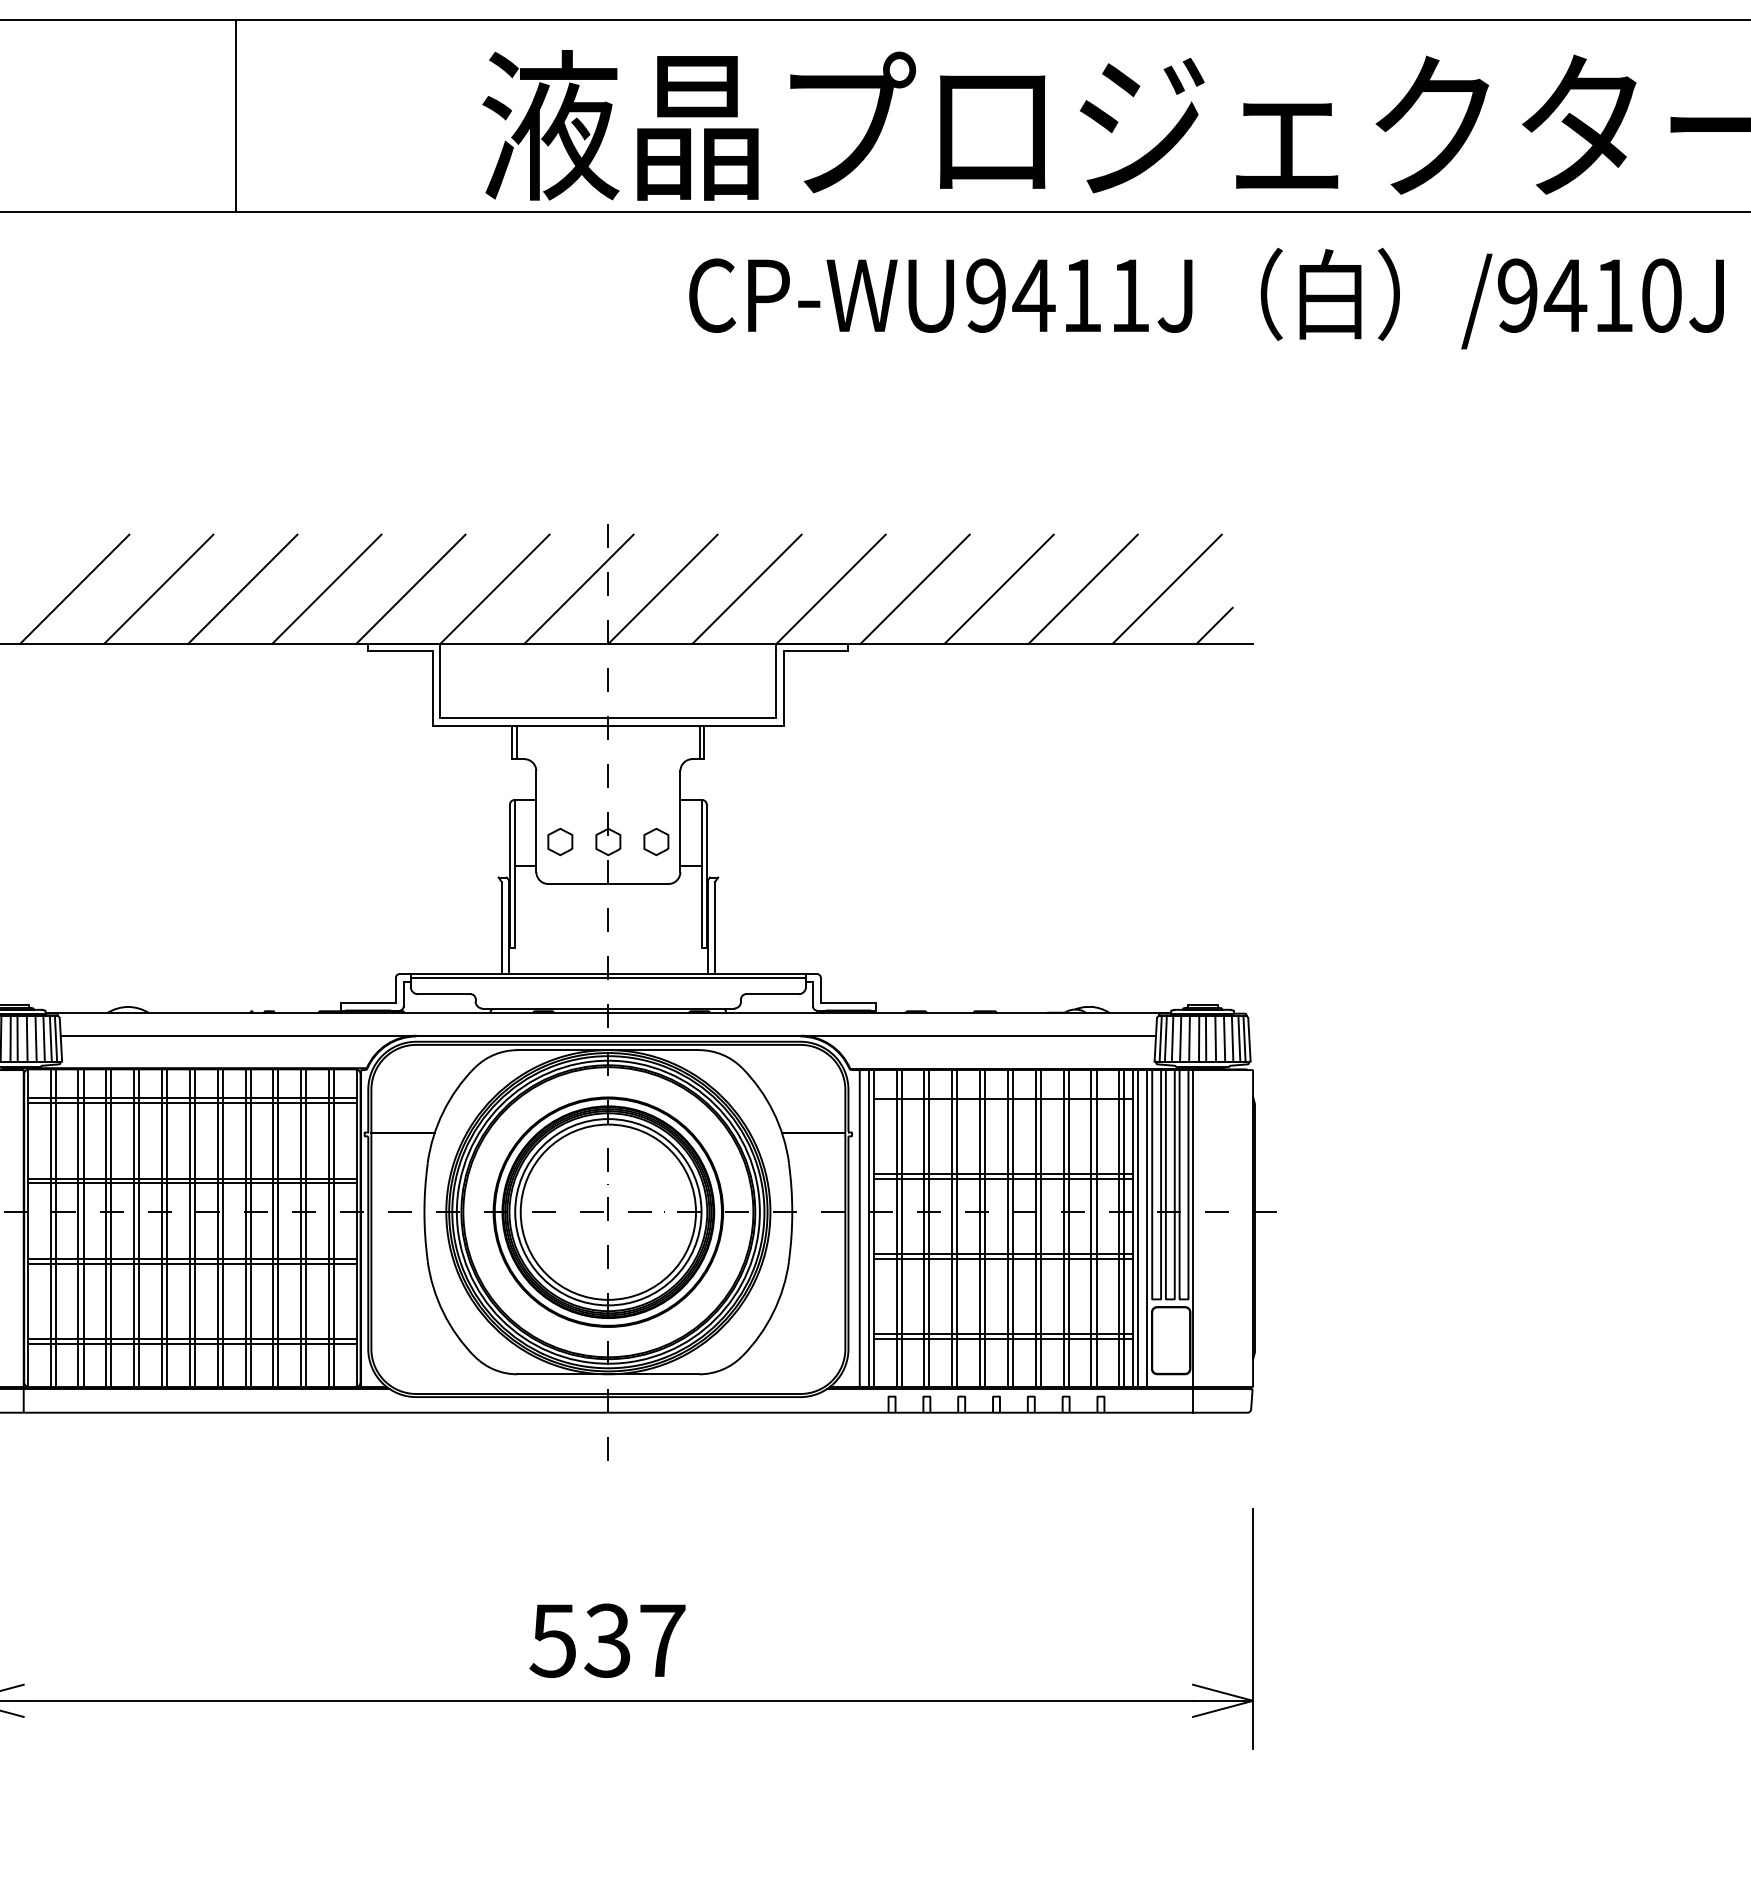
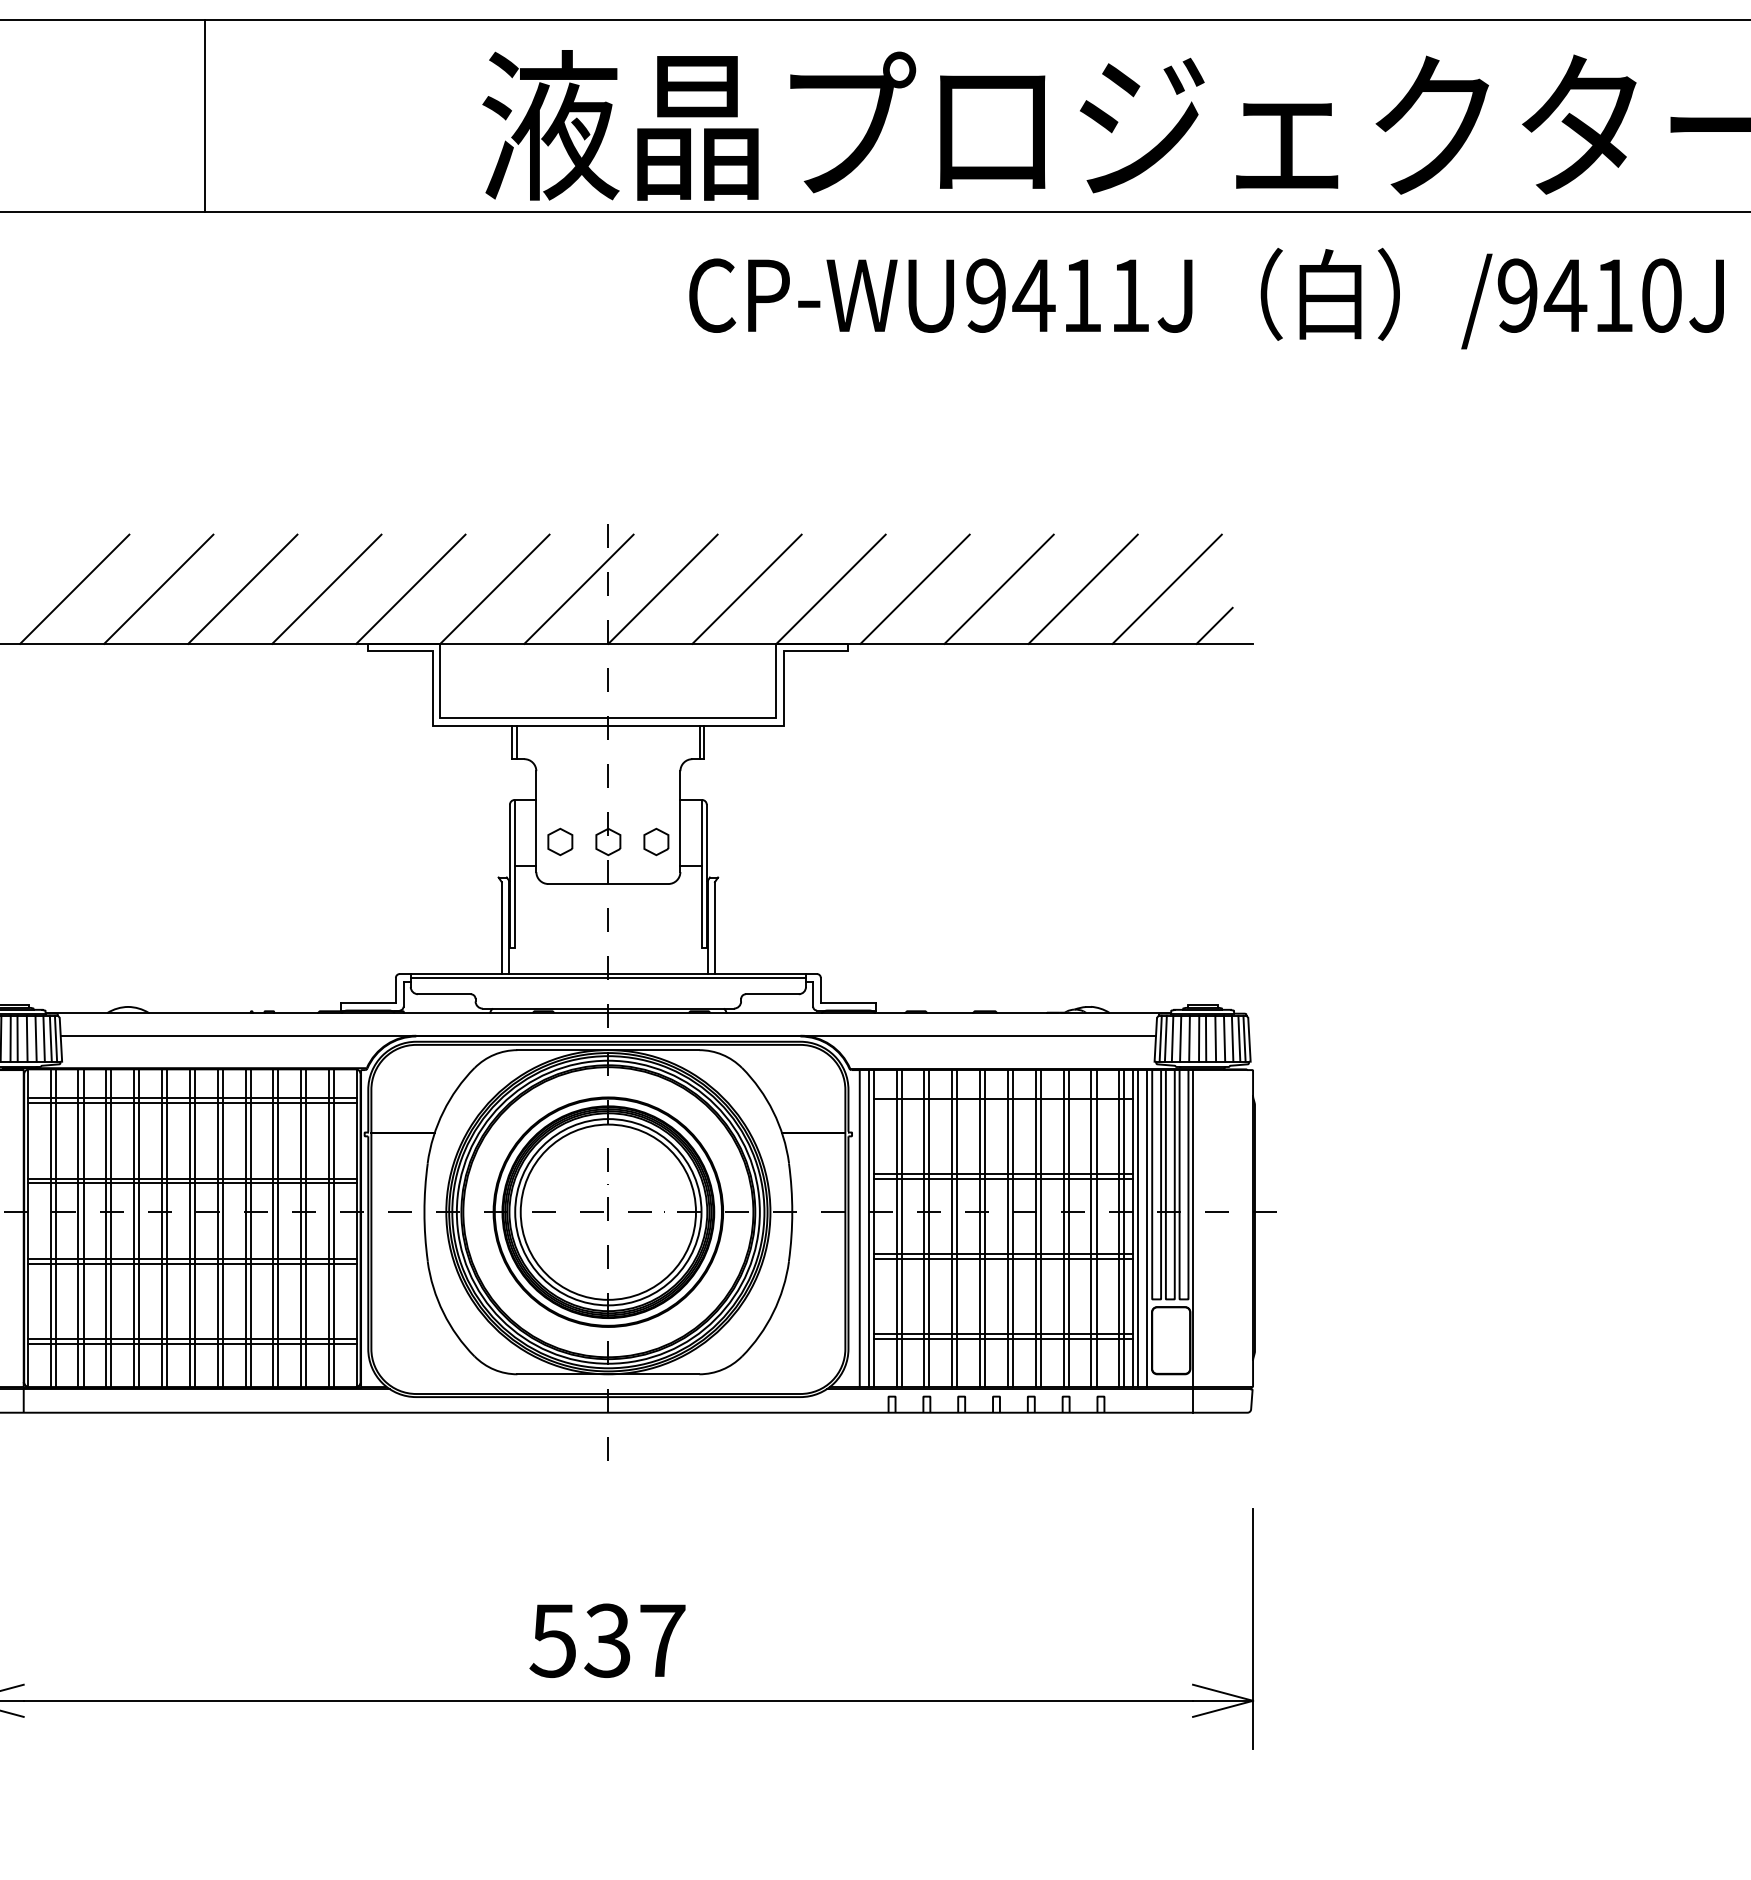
line at (236, 115) position: (236, 115) -> (205, 115)
